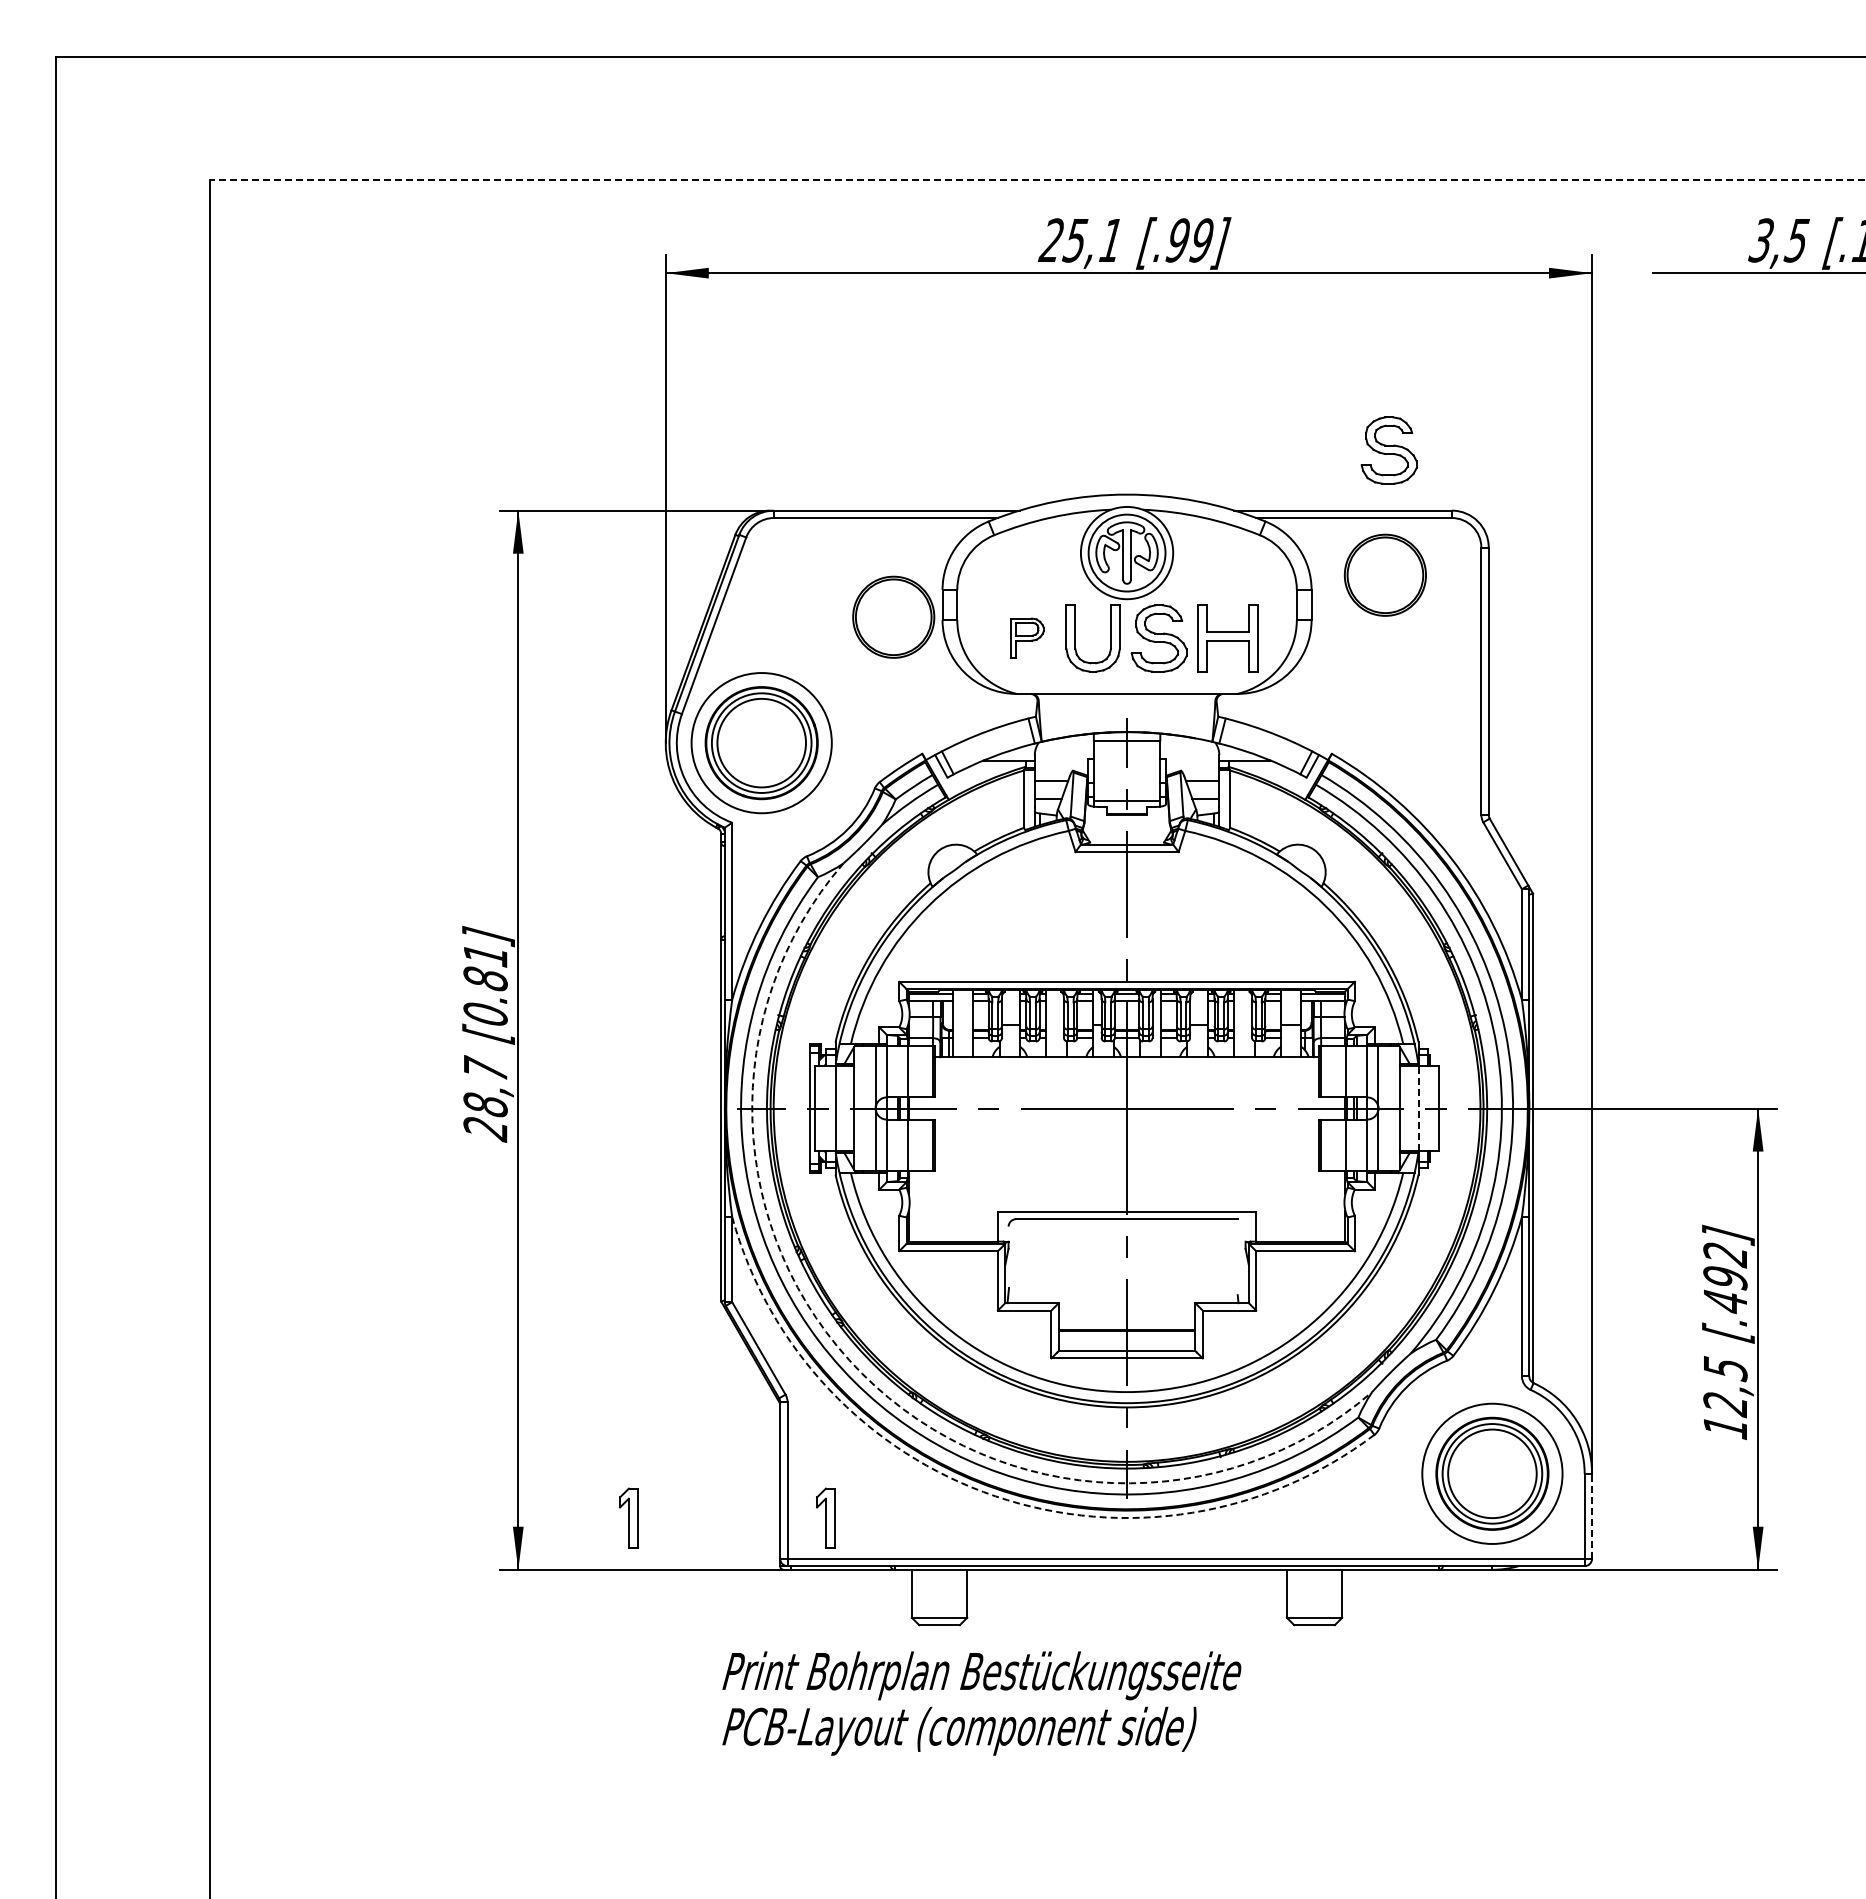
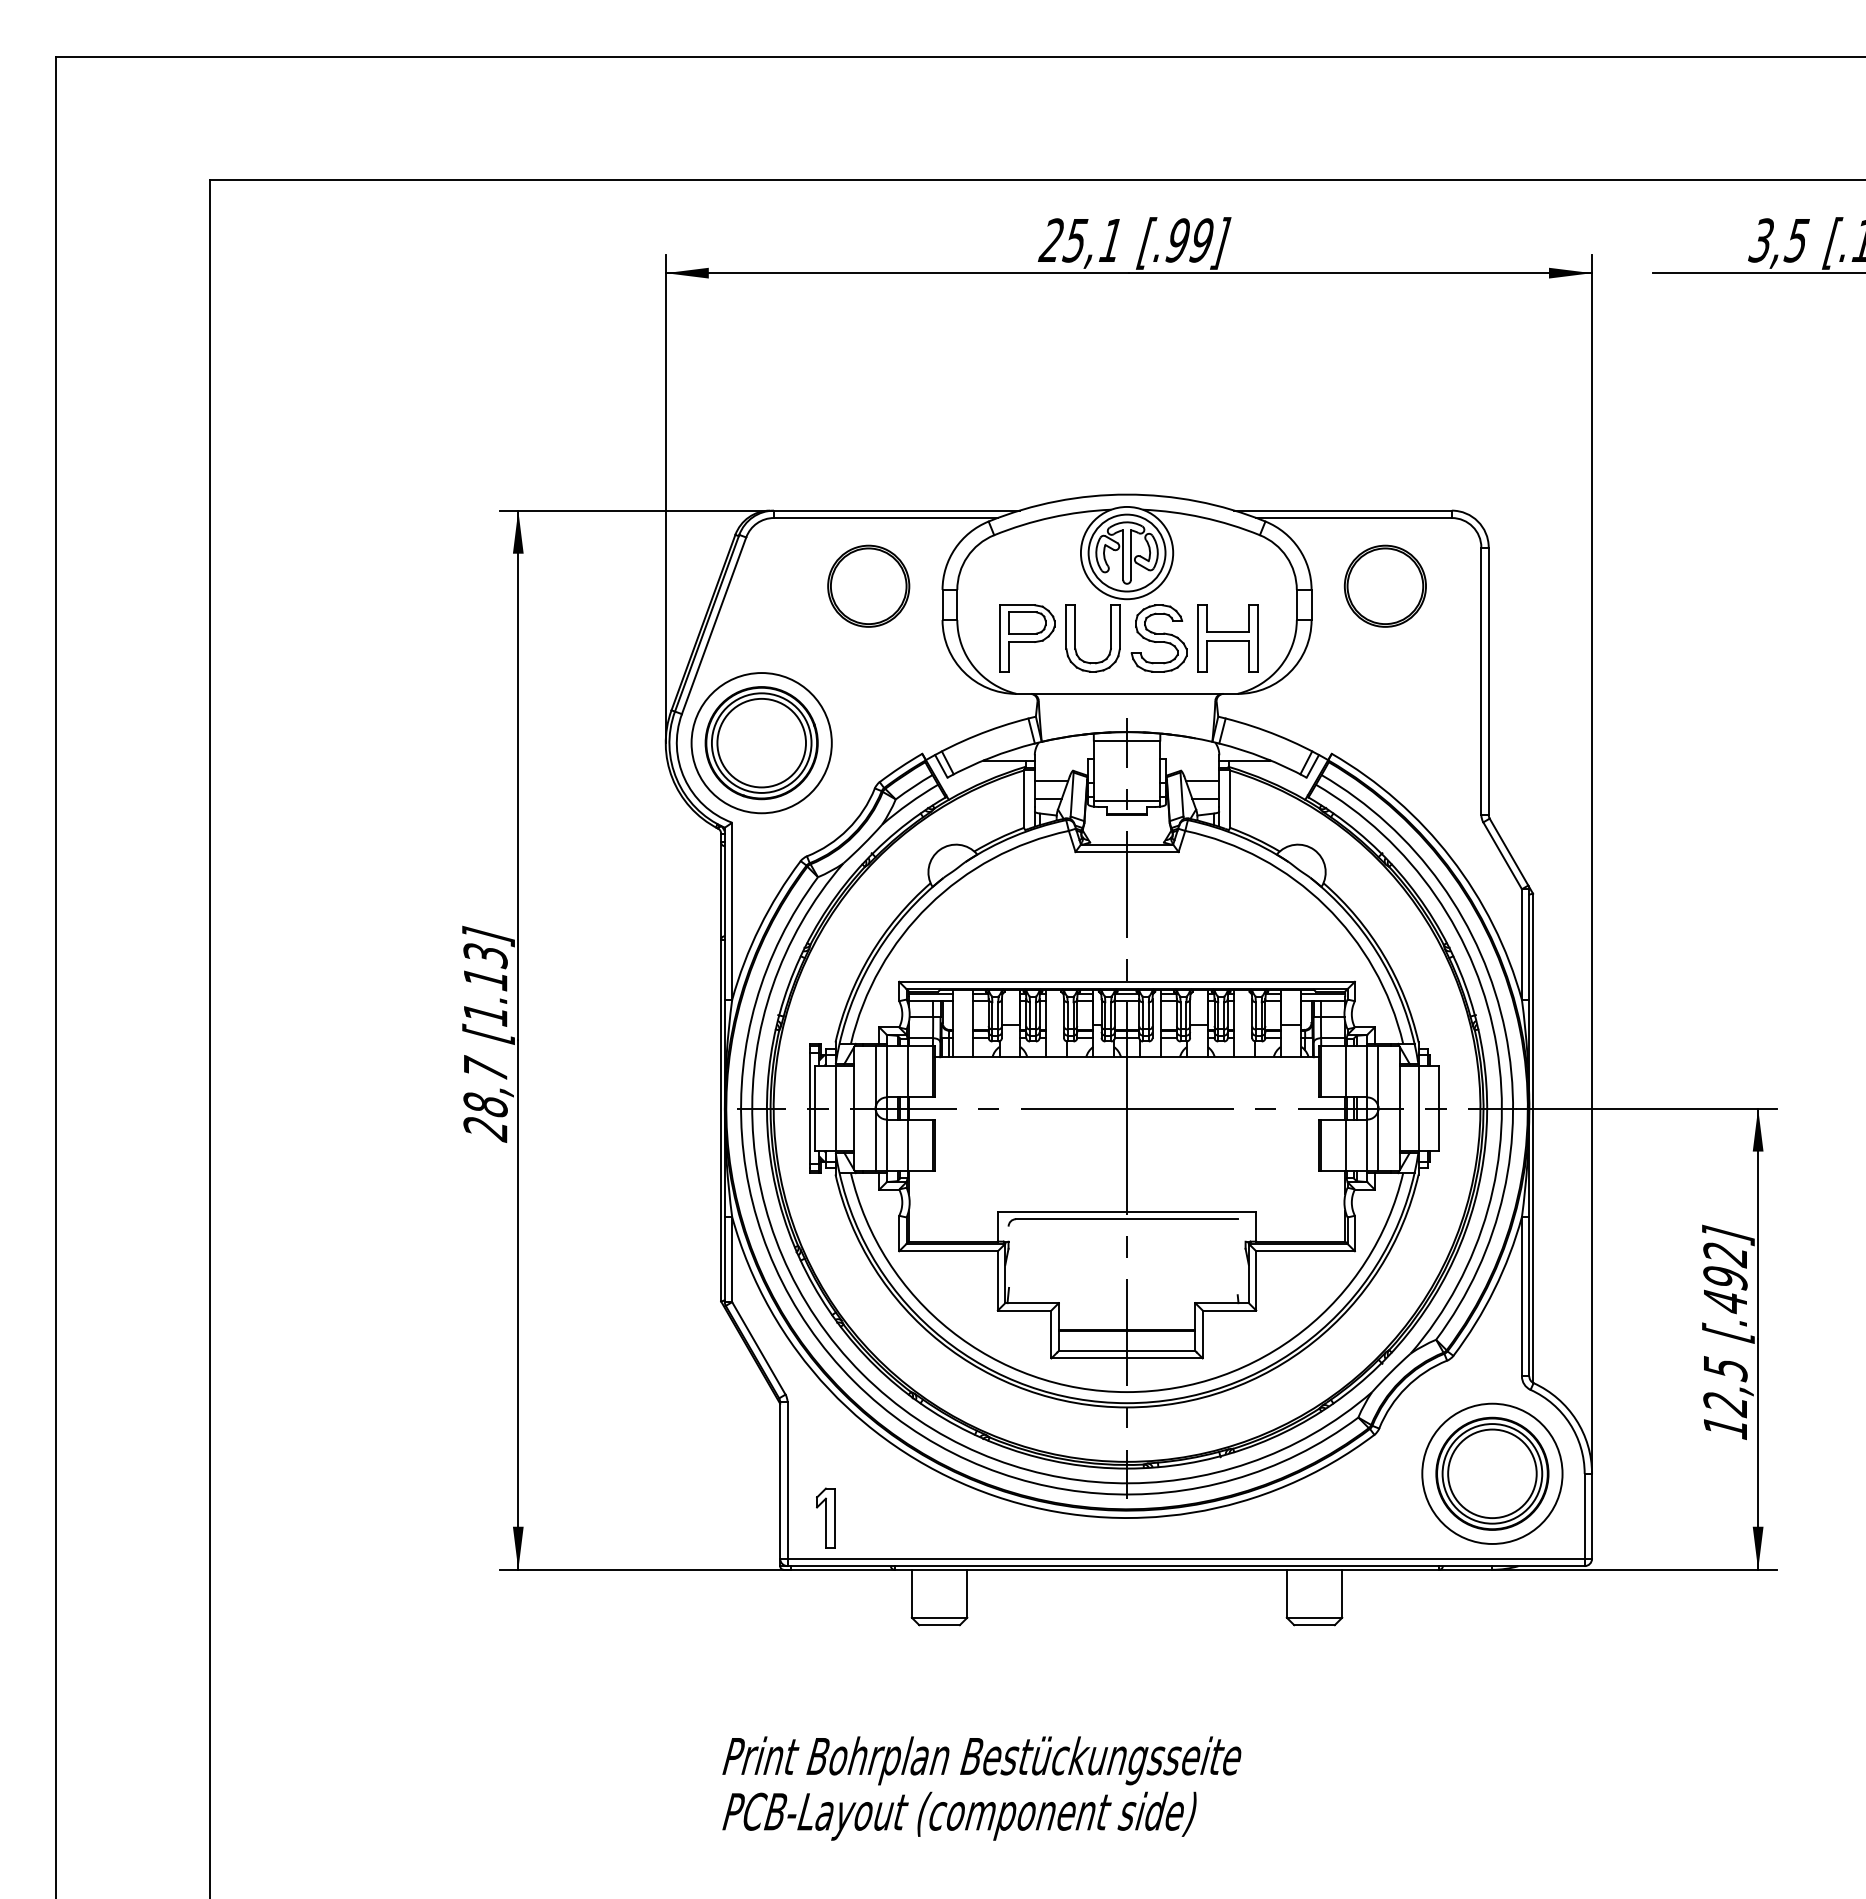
line at (1037, 179): dashed -> solid
part at (1388, 450): present -> none
part at (1384, 574) position: (1384, 574) -> (1384, 585)
part at (893, 616) position: (893, 616) -> (868, 585)
part at (1027, 637) size: 35x42 px -> 57x69 px
text at (485, 984): [0.81] -> [1.13]
line at (1418, 1108): dashed -> solid
arc at (862, 1373): dashed -> solid
arc at (995, 1496): dashed -> solid
line at (1592, 1515): dashed -> solid
part at (628, 1517): present -> none
text at (981, 1703) position: (981, 1703) -> (981, 1788)
